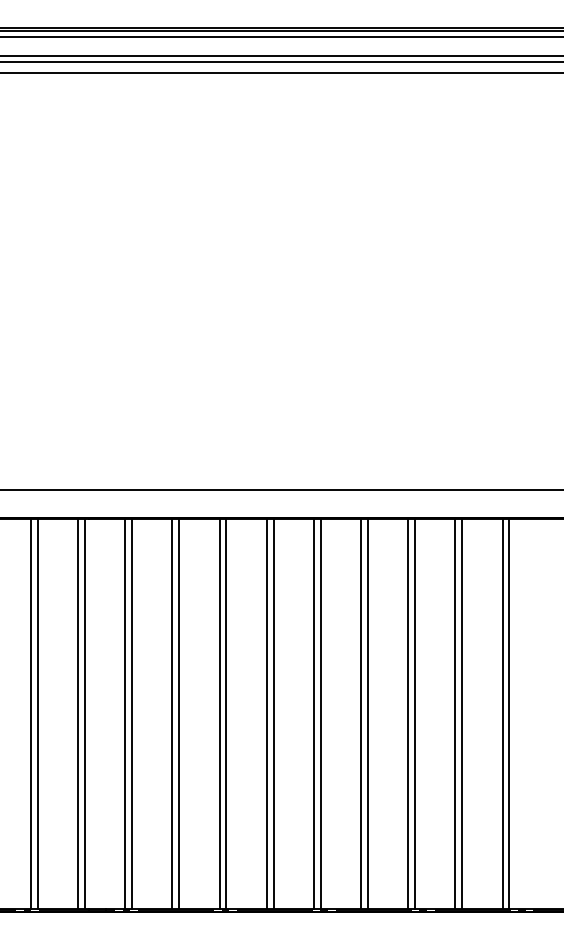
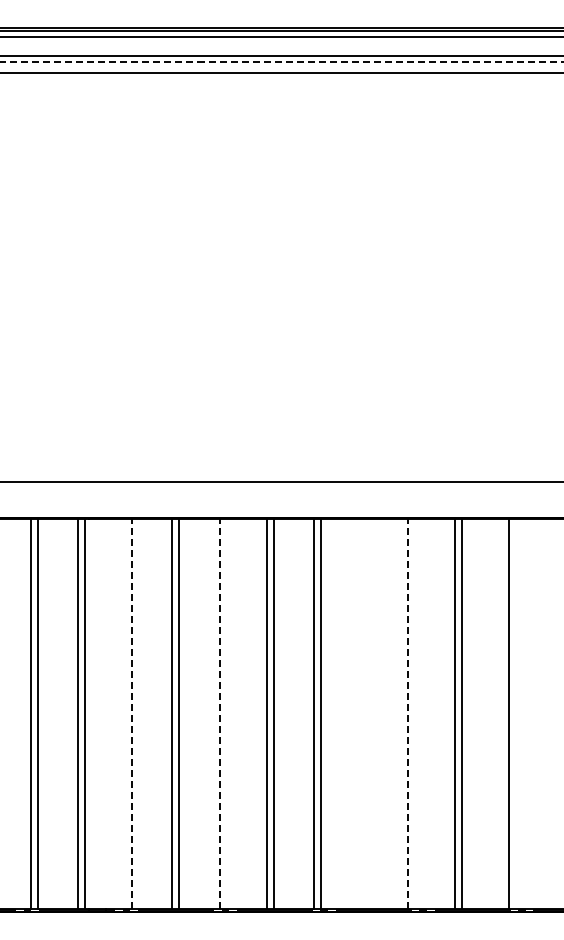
line at (281, 61): solid -> dashed
line at (281, 489) position: (281, 489) -> (281, 481)
line at (125, 713): present -> none
line at (226, 713): present -> none
line at (361, 713): present -> none
line at (367, 713): present -> none
line at (415, 713): present -> none
line at (502, 713): present -> none
line at (132, 714): solid -> dashed
line at (219, 714): solid -> dashed
line at (408, 714): solid -> dashed
